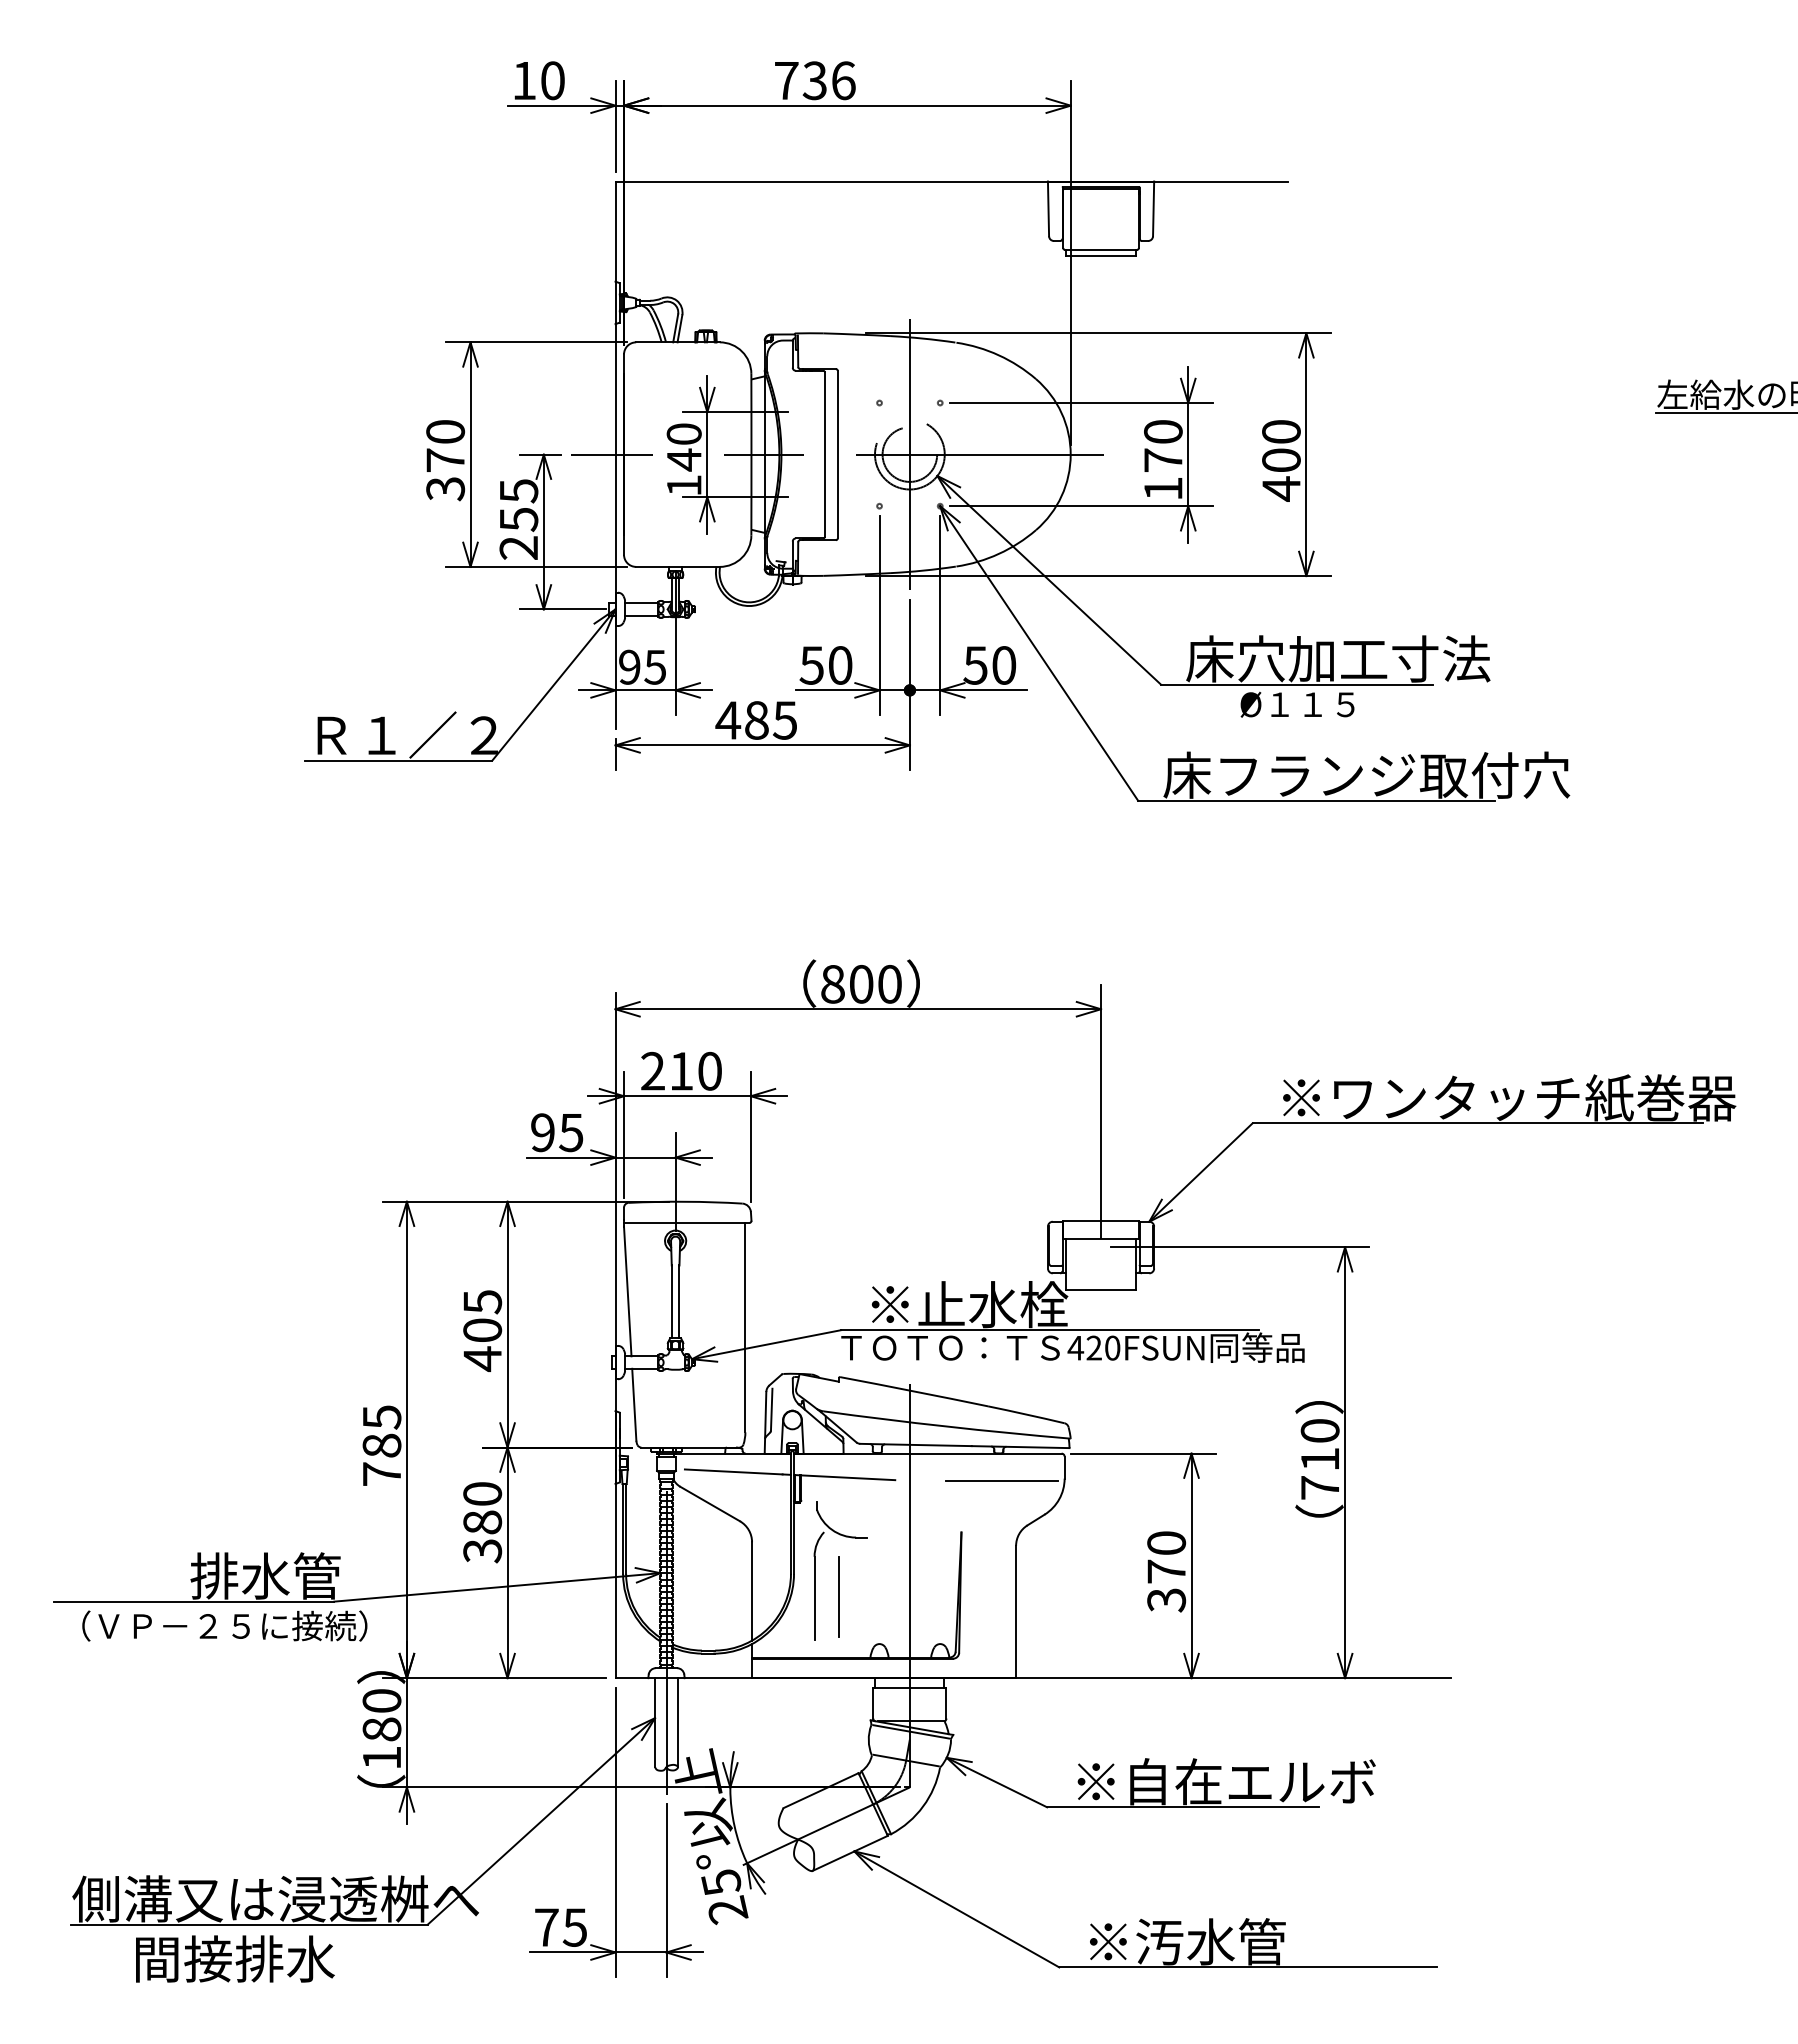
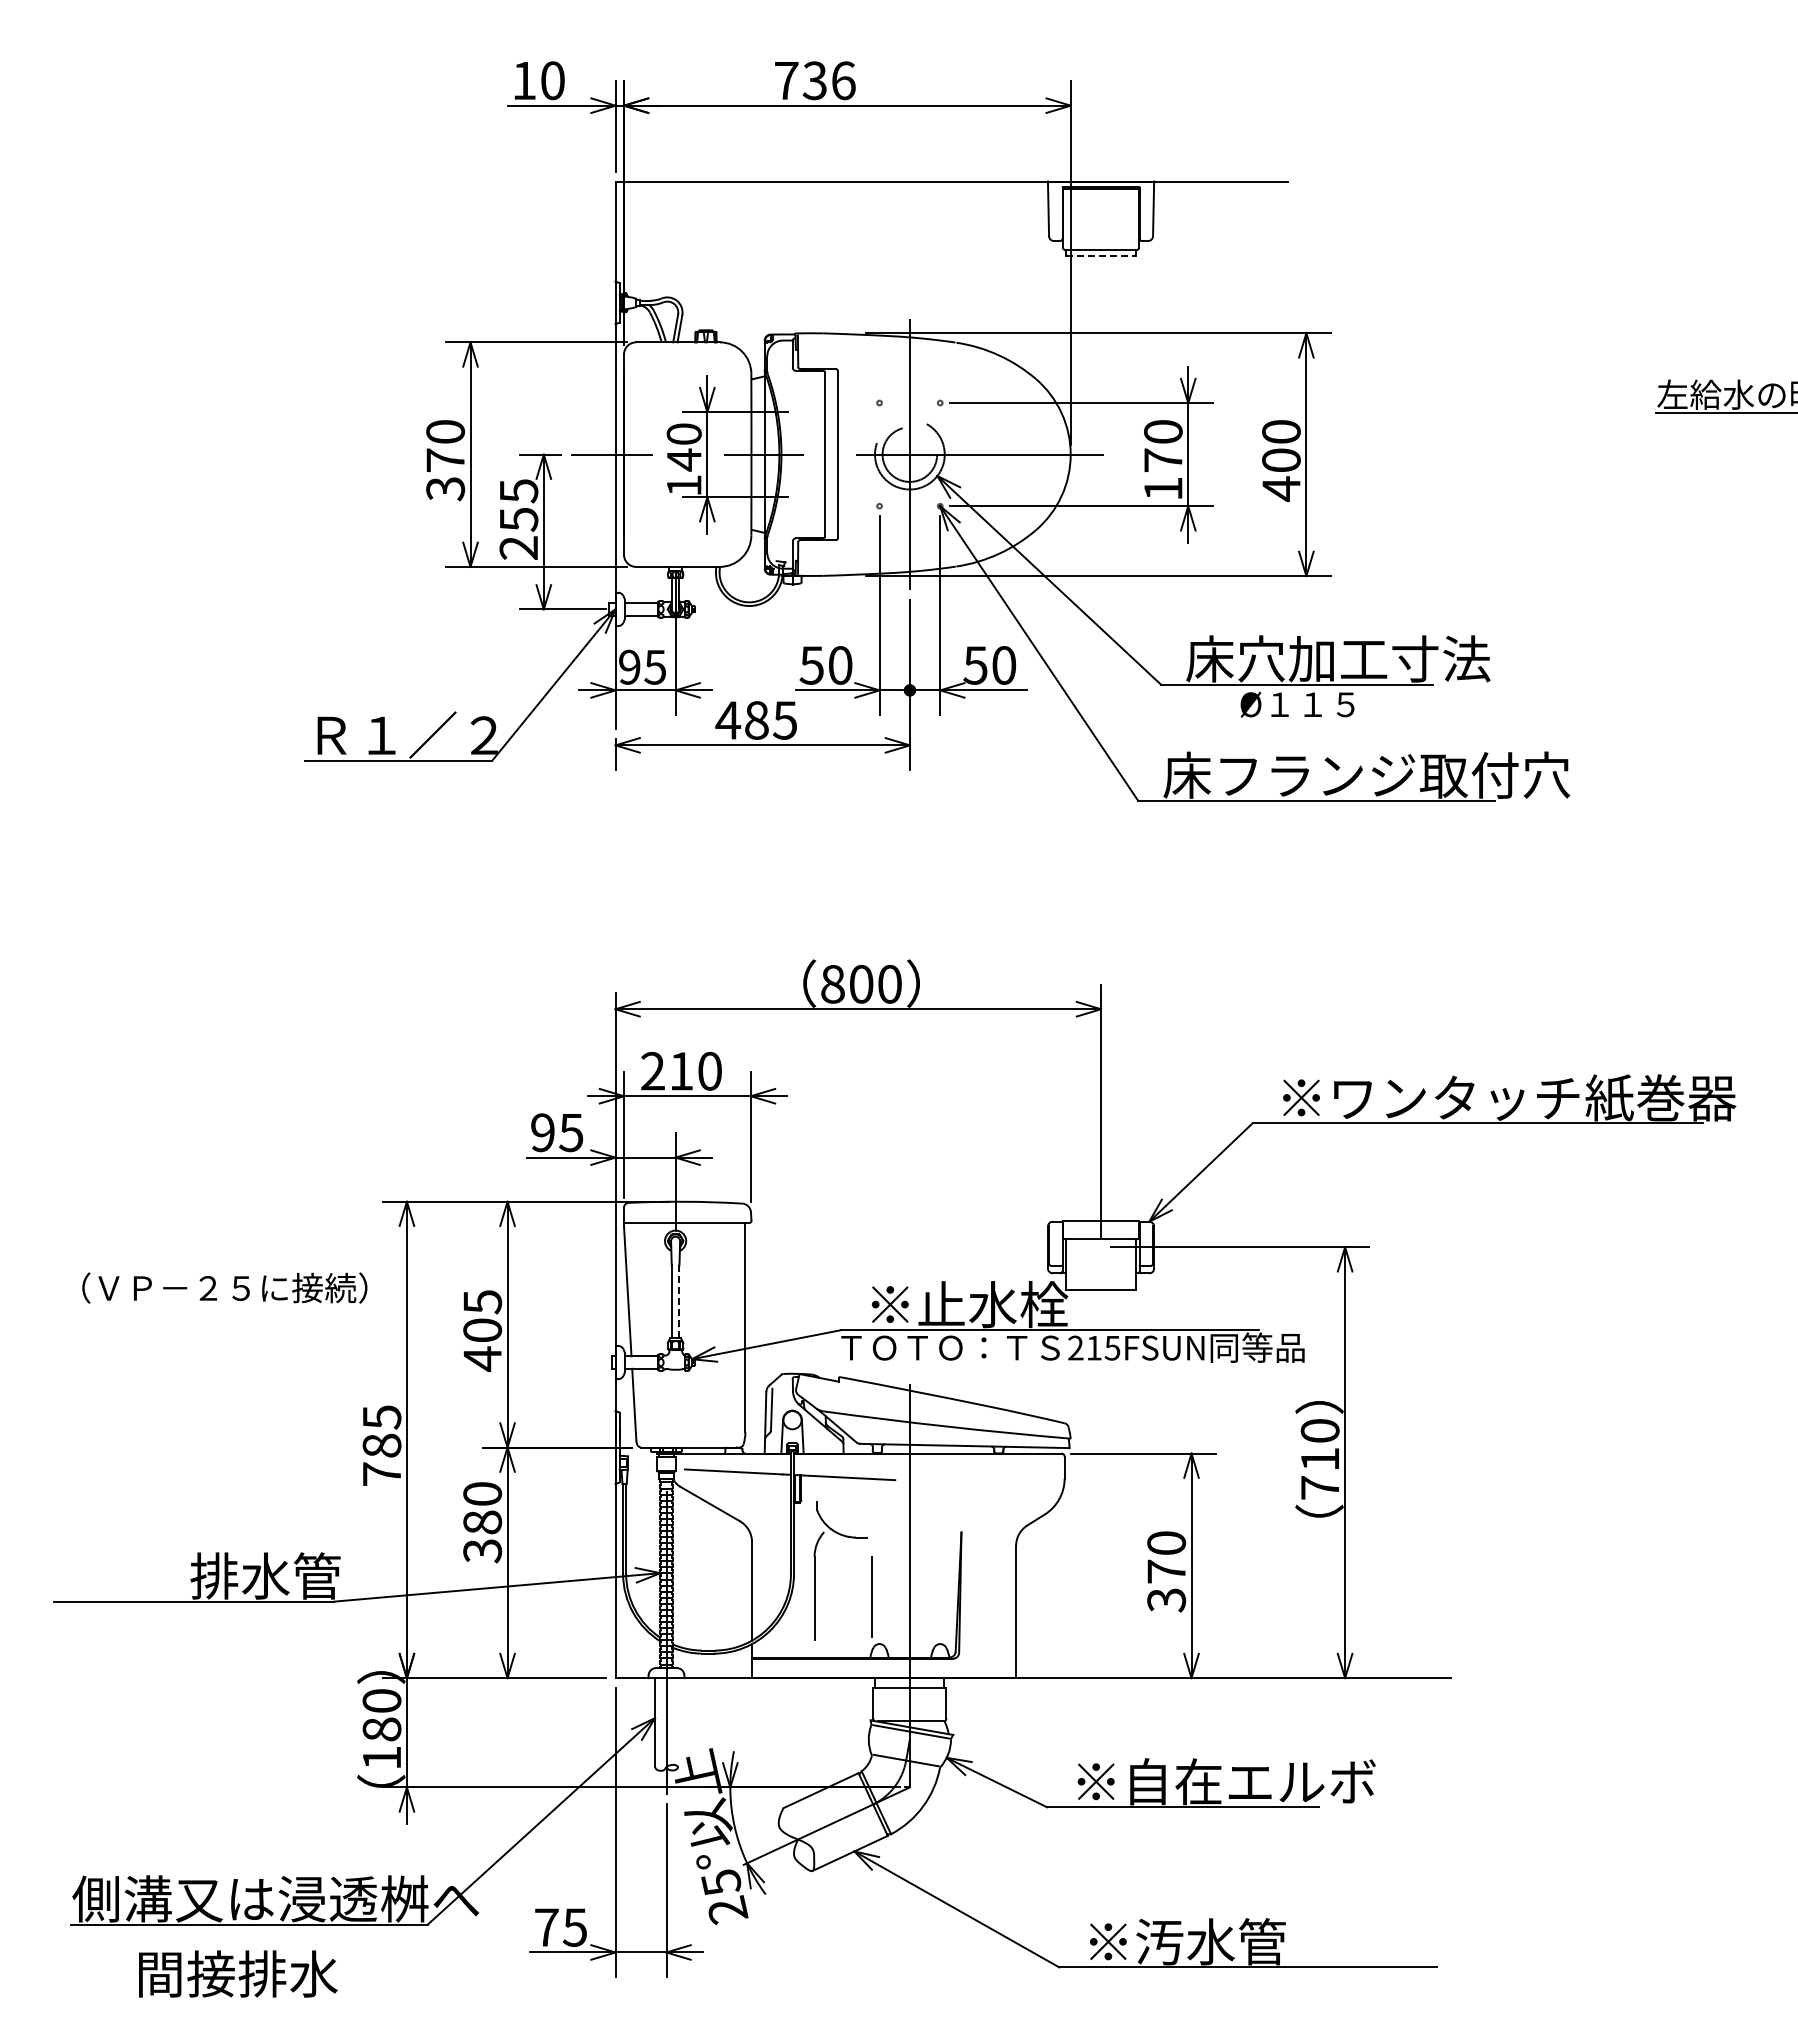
line at (1101, 255): solid -> dashed
line at (679, 1301): solid -> dashed
text at (1093, 1347): 420FSUN -> 215FSUN
line at (1001, 1480): present -> none
line at (838, 1596) position: (838, 1596) -> (871, 1596)
text at (224, 1625) position: (224, 1625) -> (224, 1287)
line at (678, 1722): present -> none
text at (235, 1958) position: (235, 1958) -> (238, 1973)
